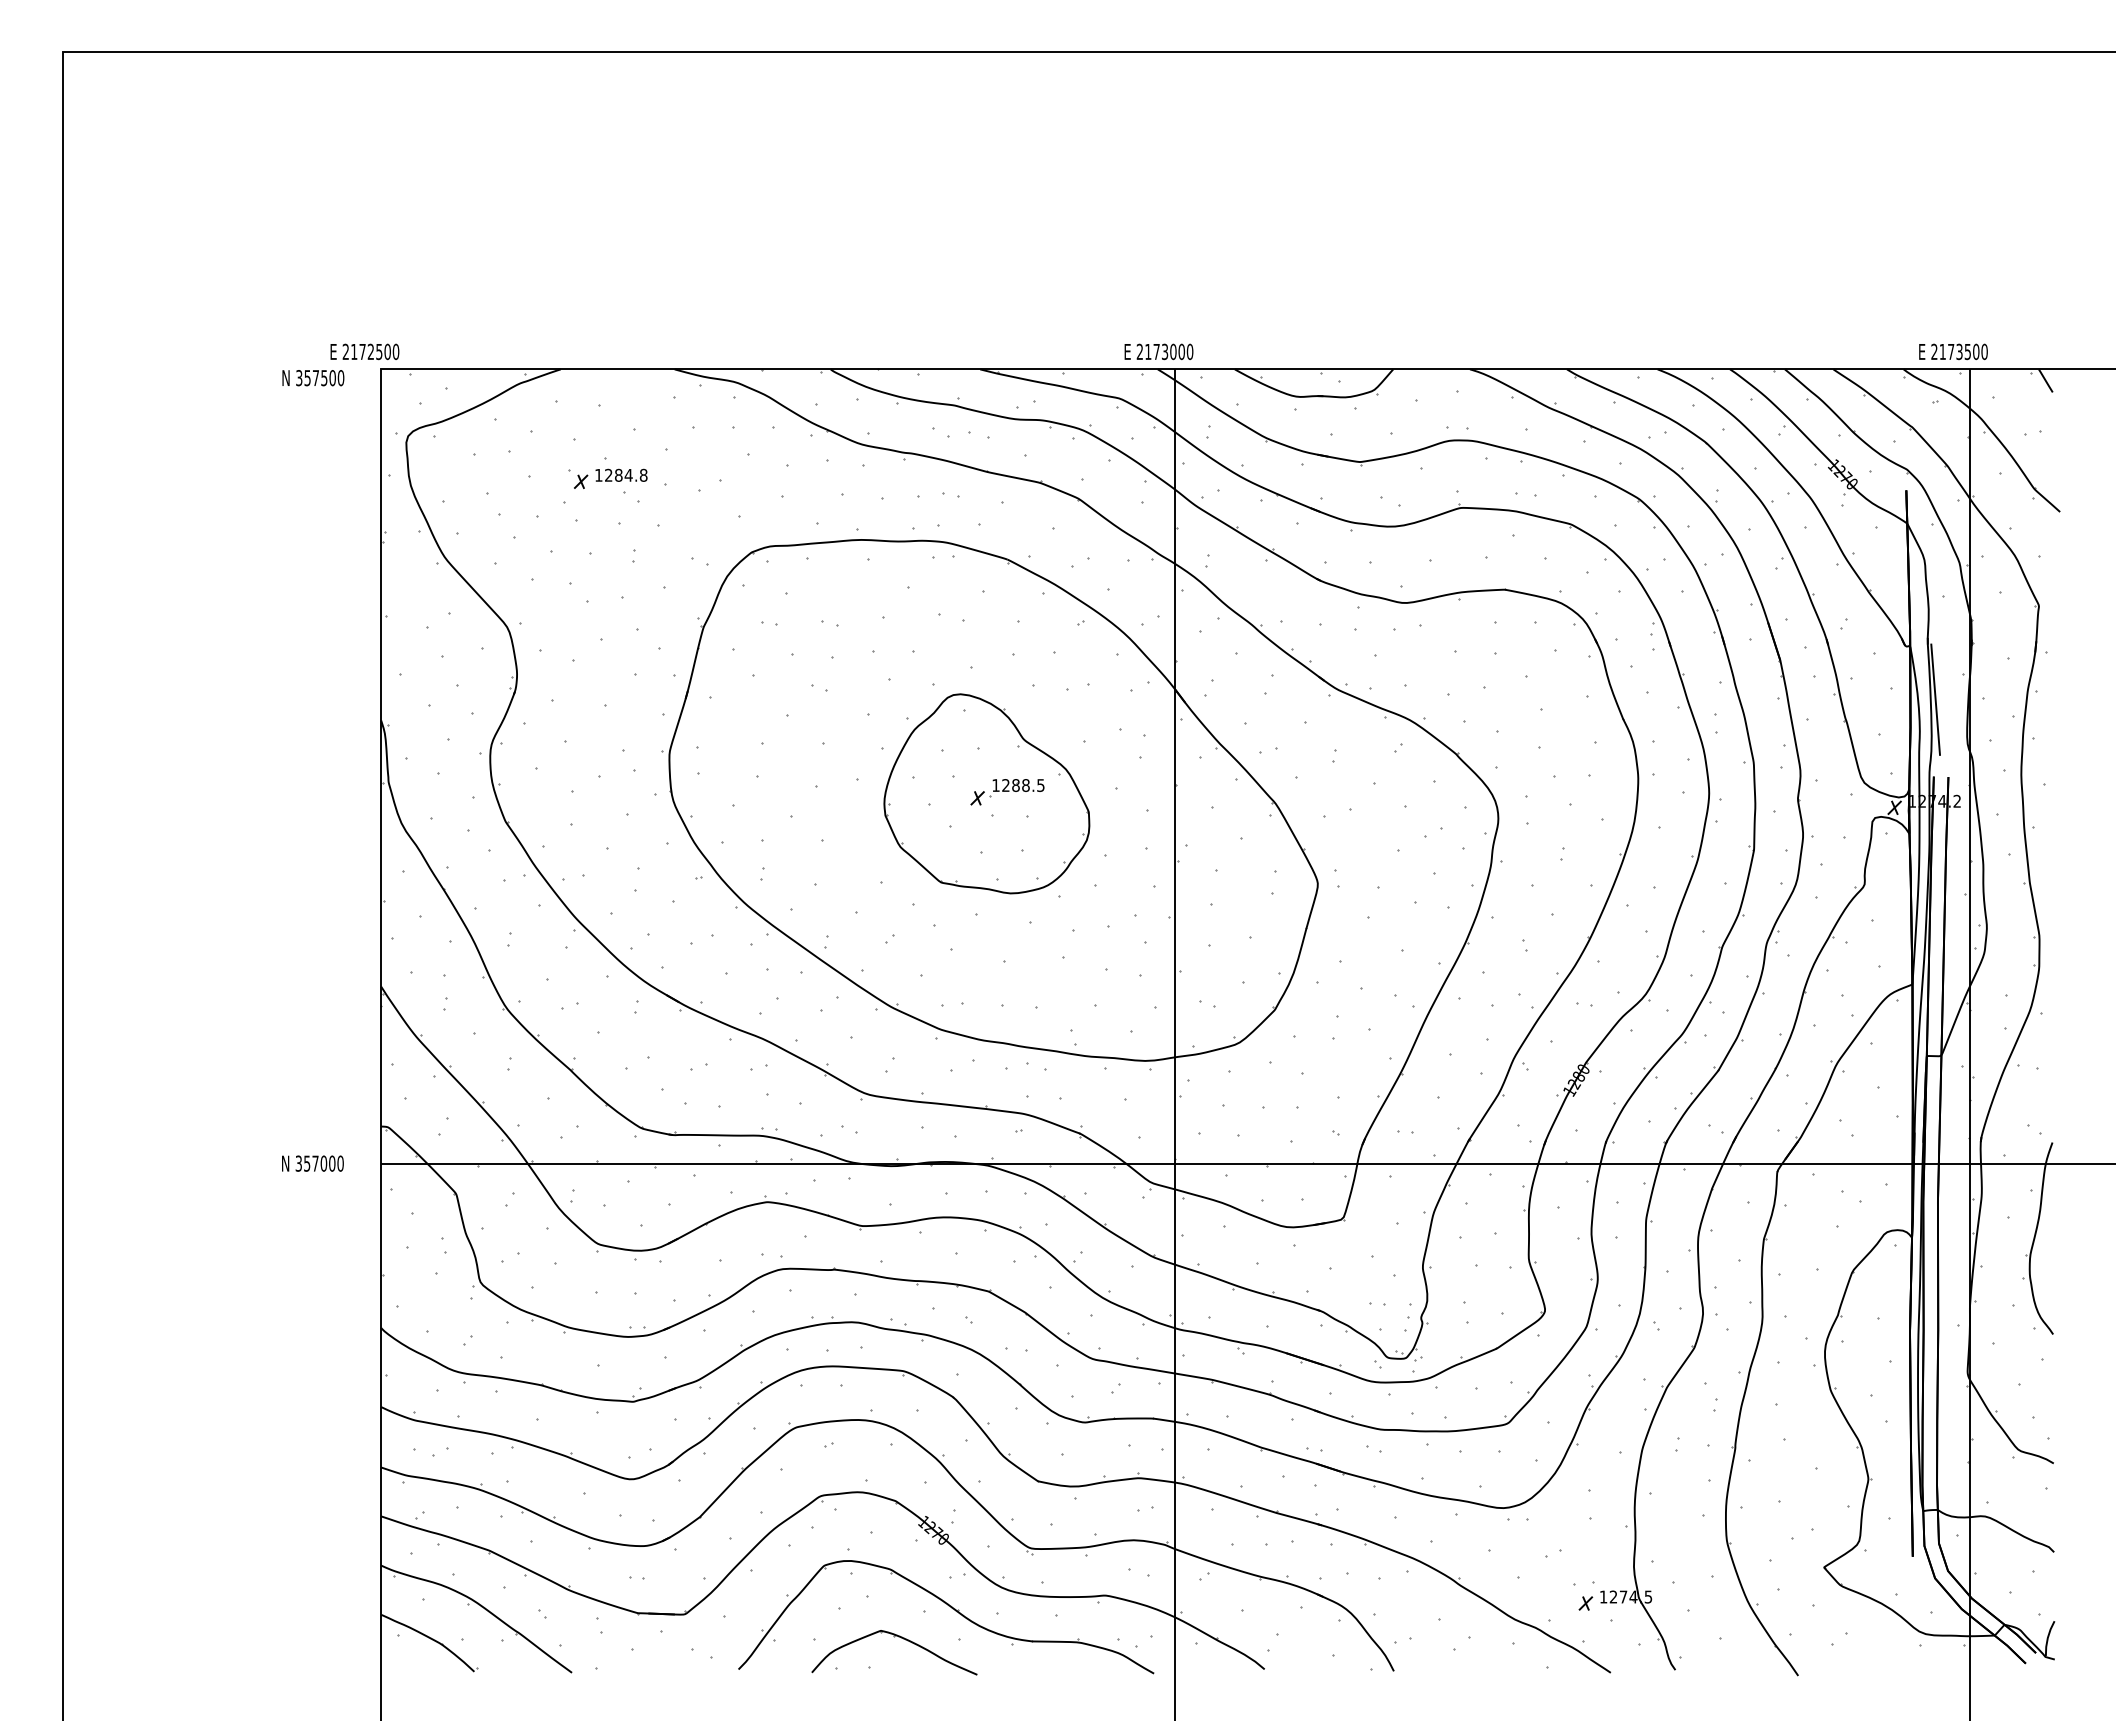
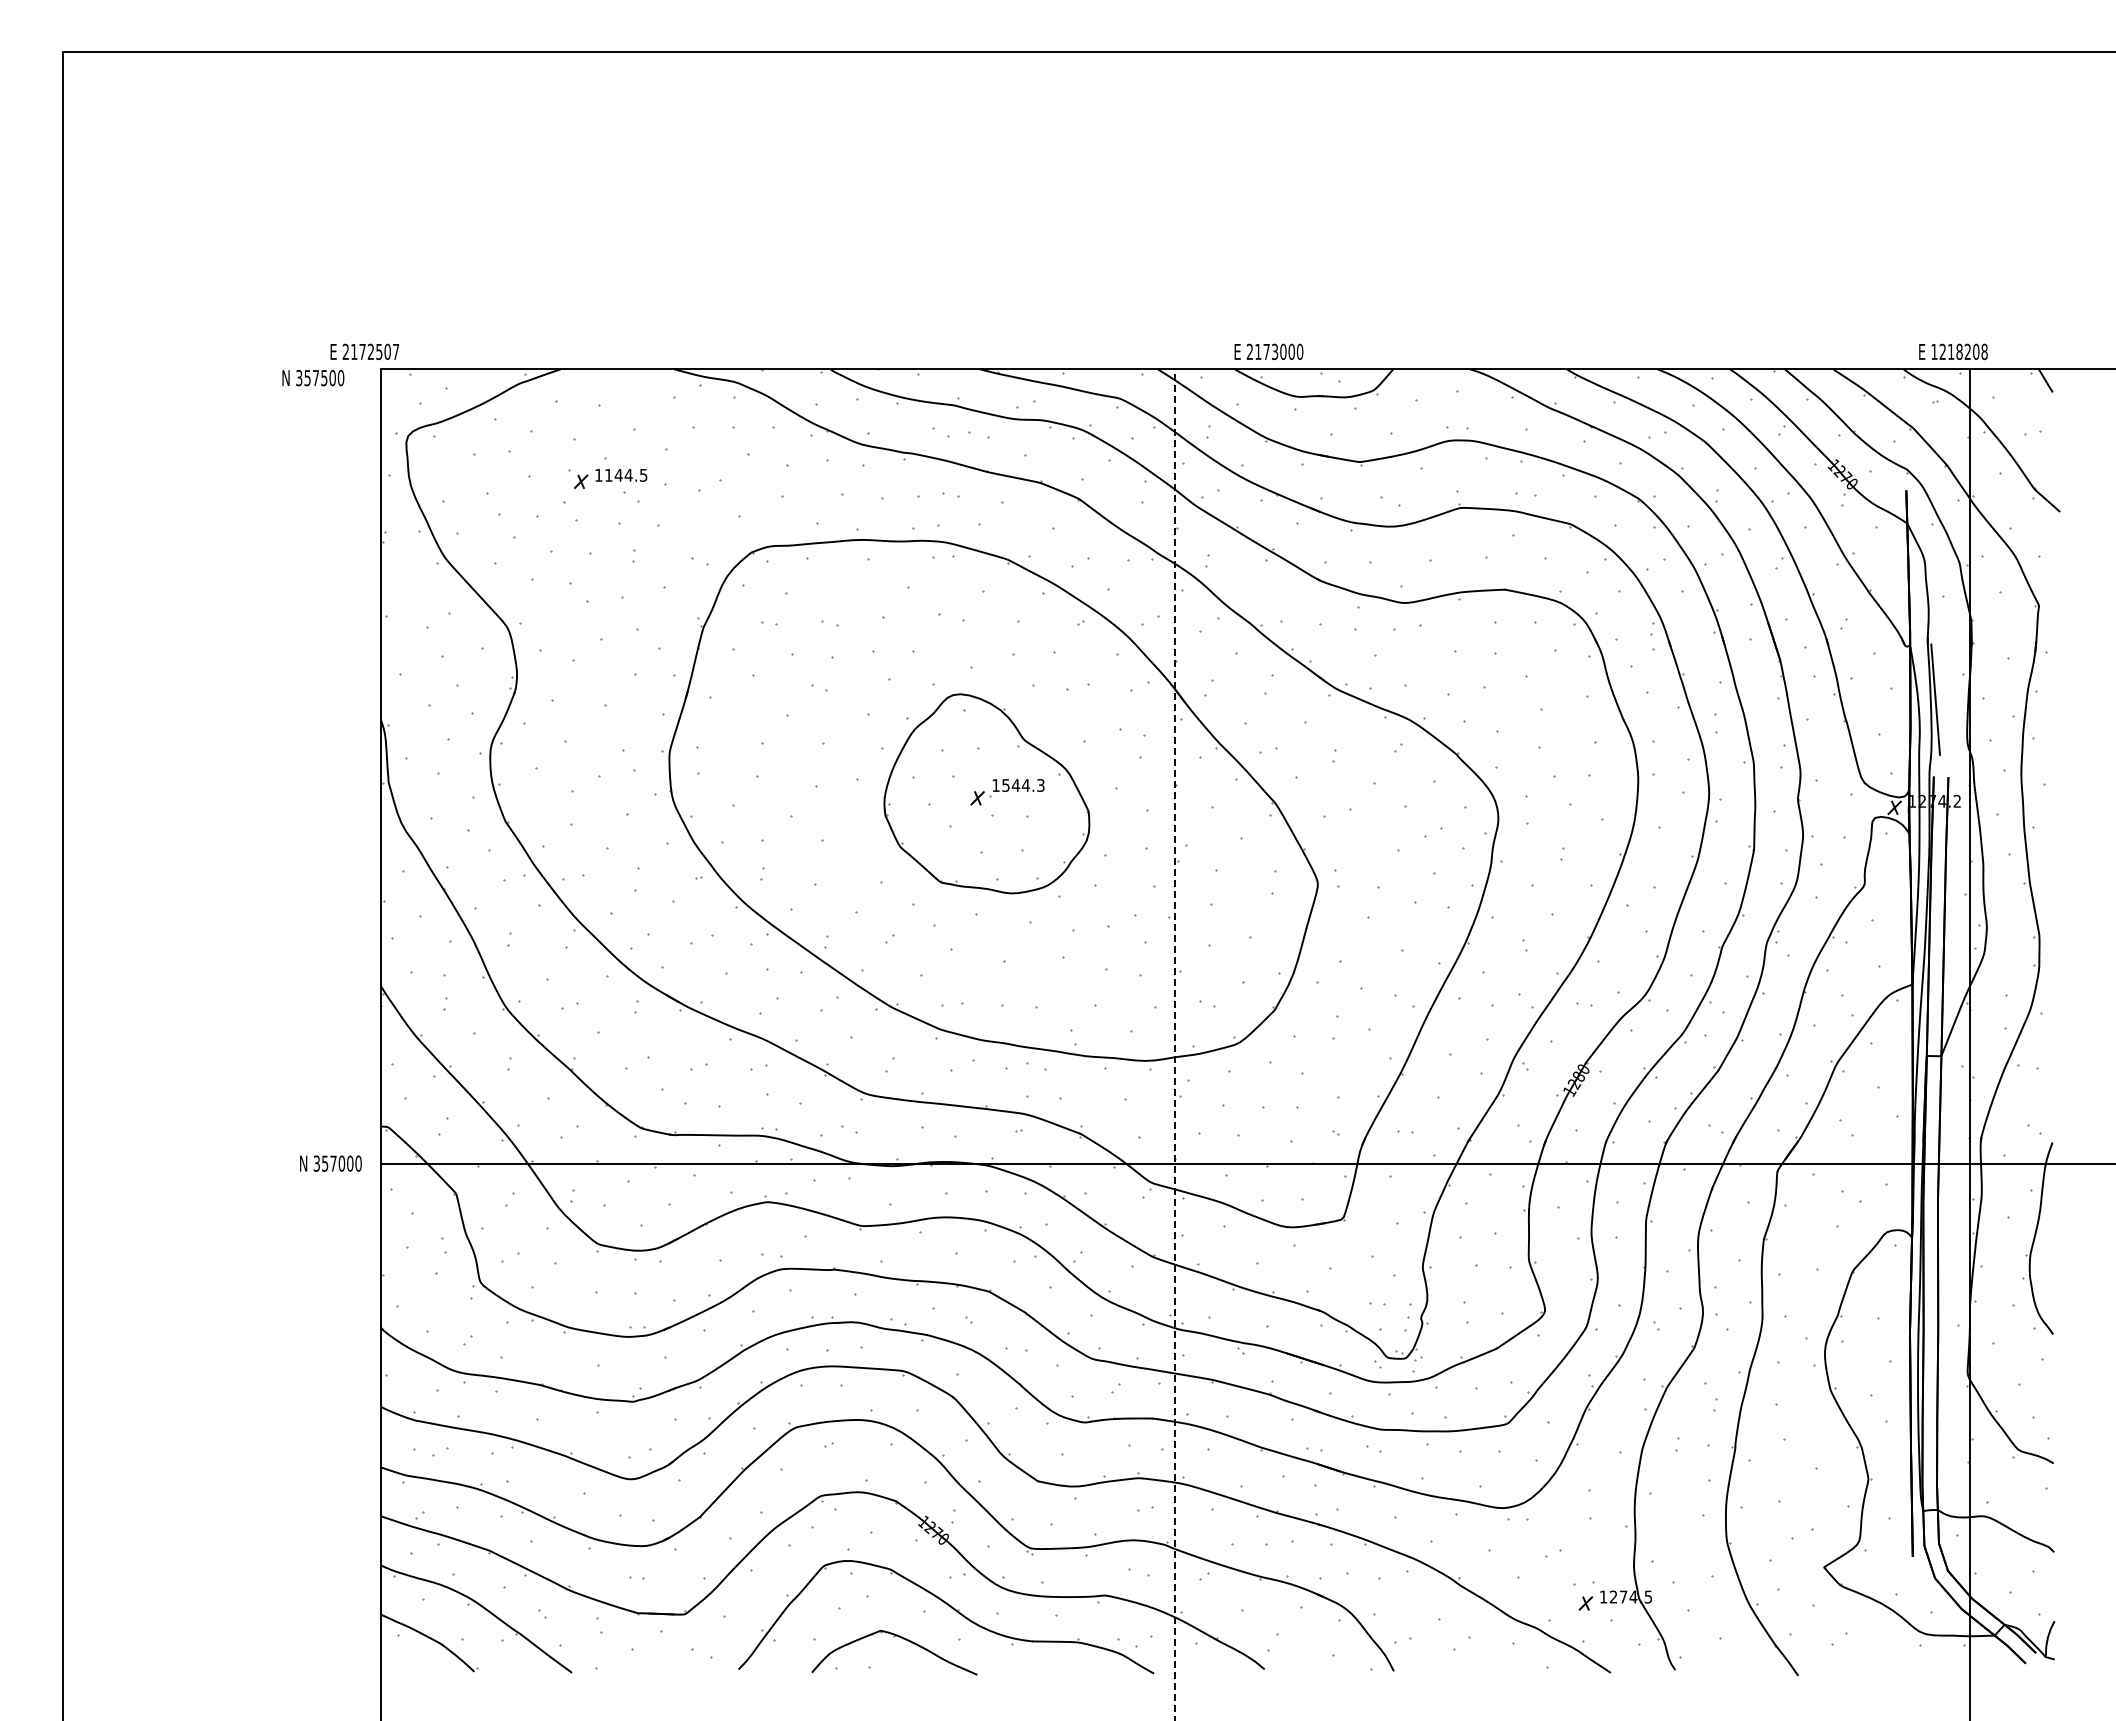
text at (395, 351): 2172500 -> 2172507
text at (1158, 351) position: (1158, 351) -> (1268, 351)
text at (1959, 351): 2173500 -> 1218208
text at (626, 474): 1284.8 -> 1144.5
text at (1023, 785): 1288.5 -> 1544.3
line at (1175, 1044): solid -> dashed
text at (312, 1163) position: (312, 1163) -> (330, 1163)
